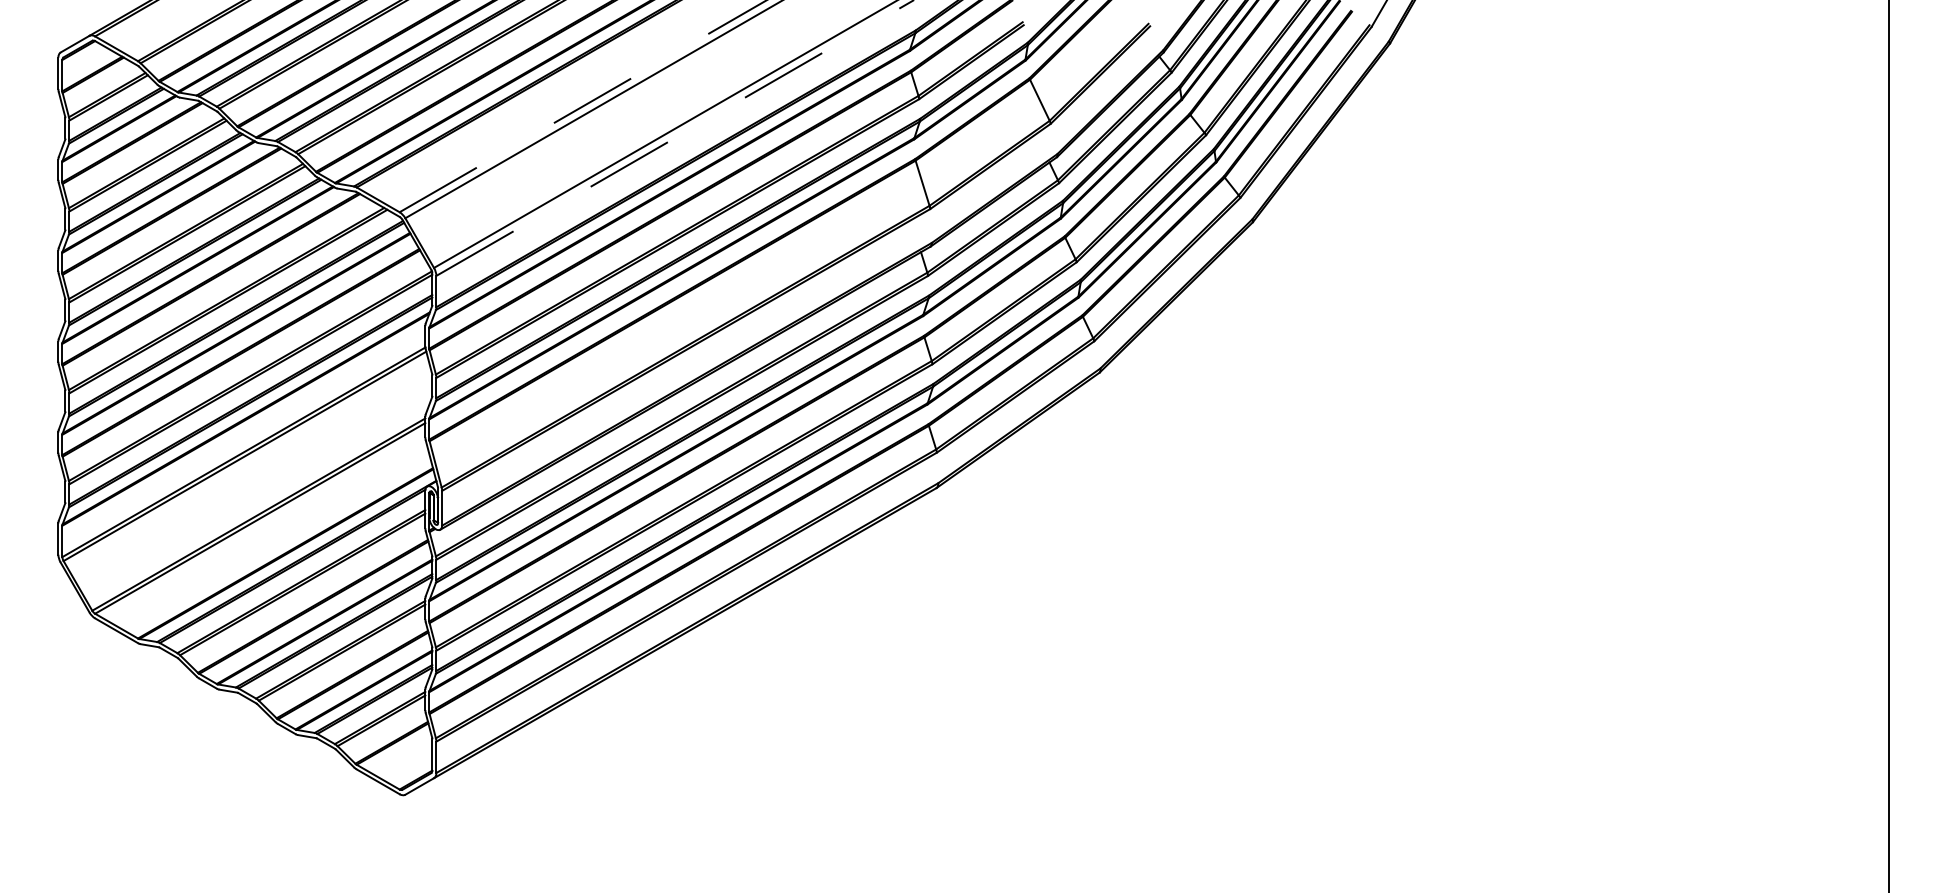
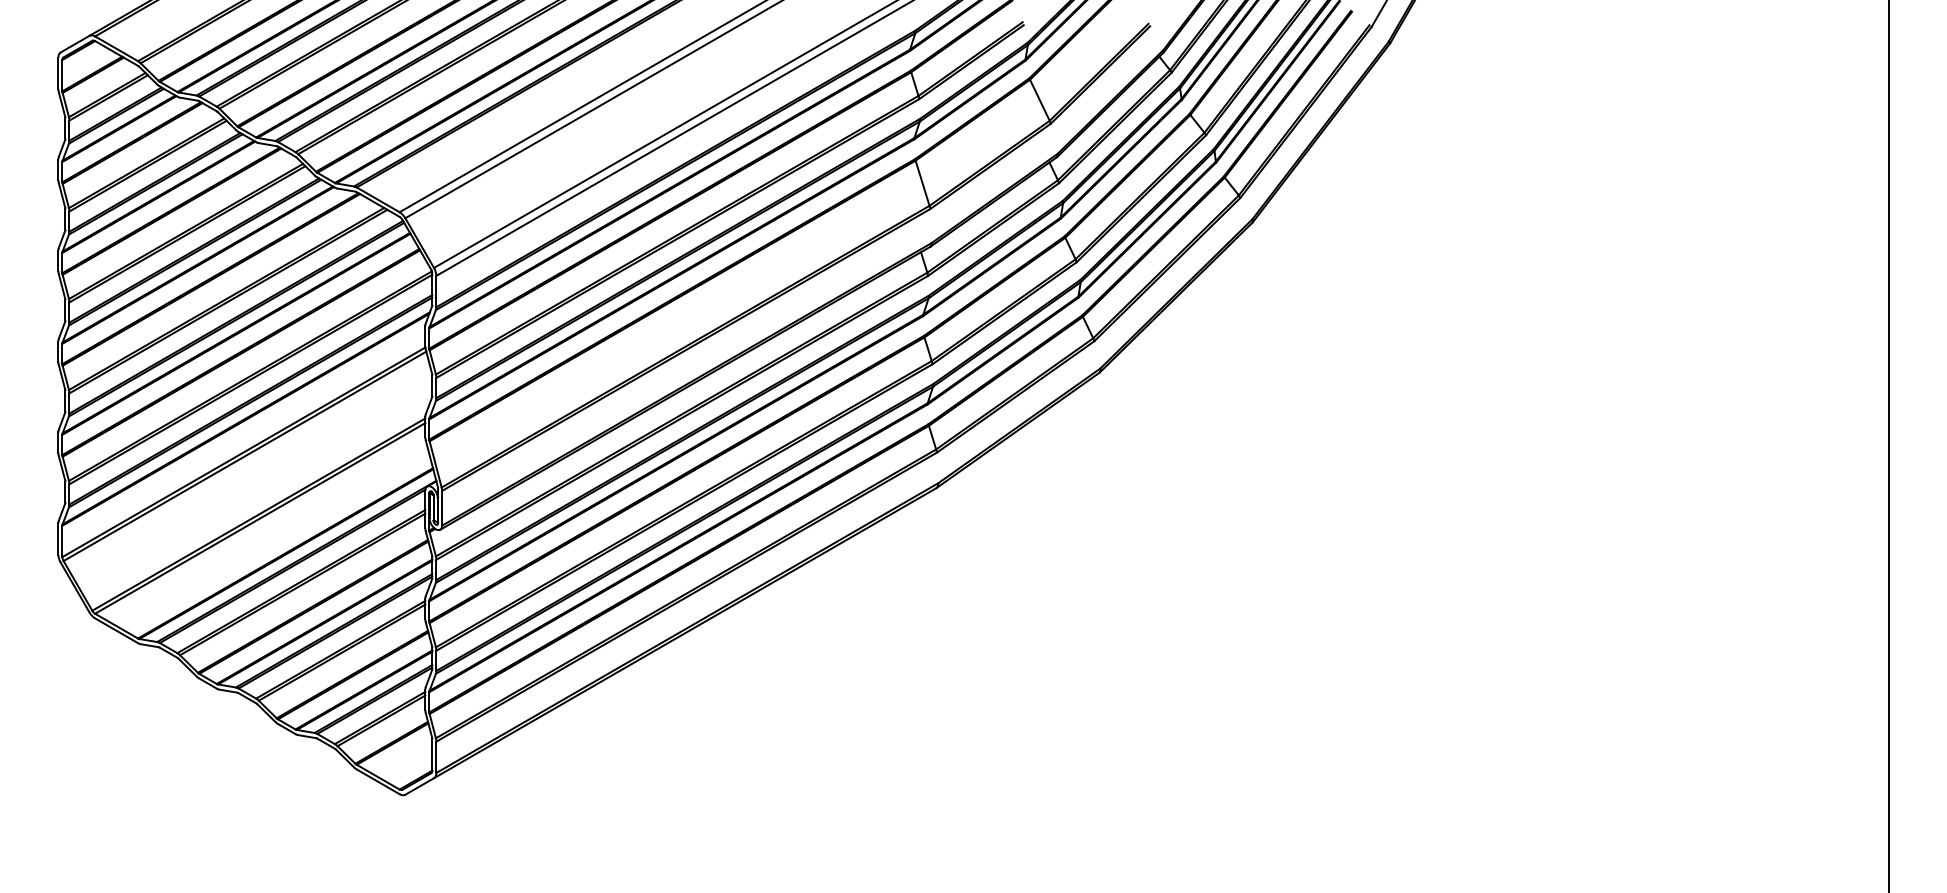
line at (583, 105): dashed -> solid
line at (675, 137): dashed -> solid
